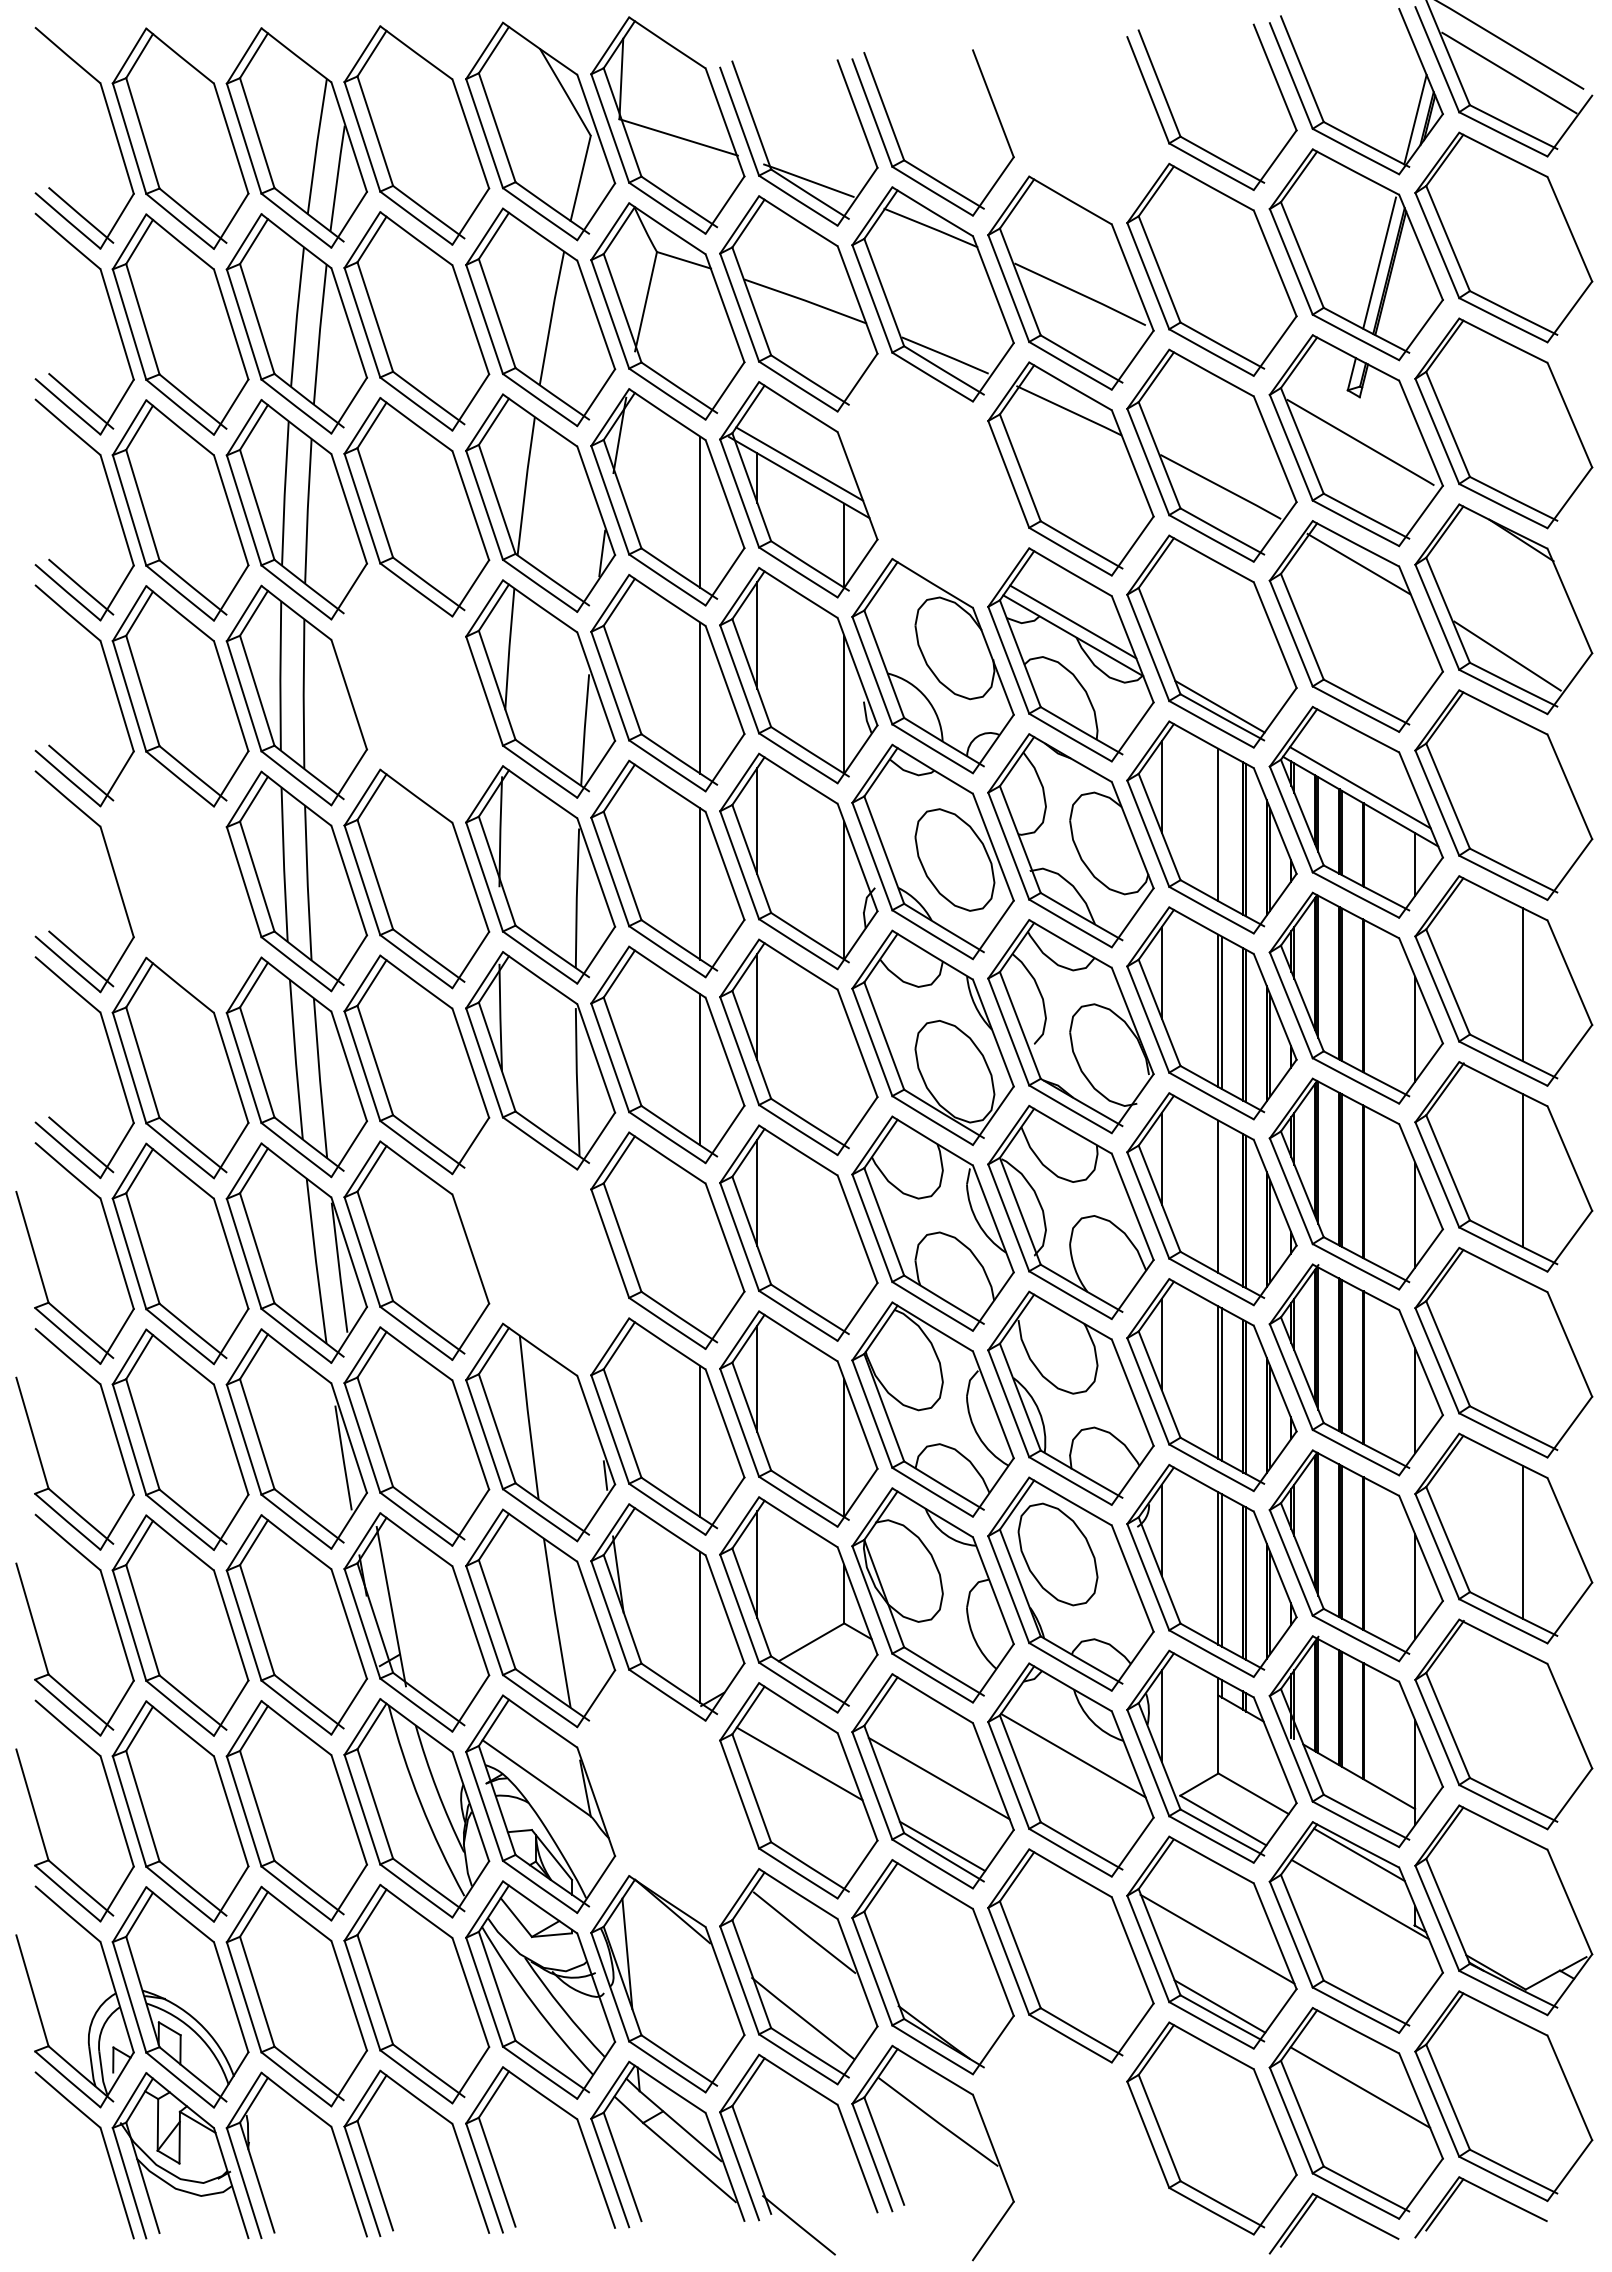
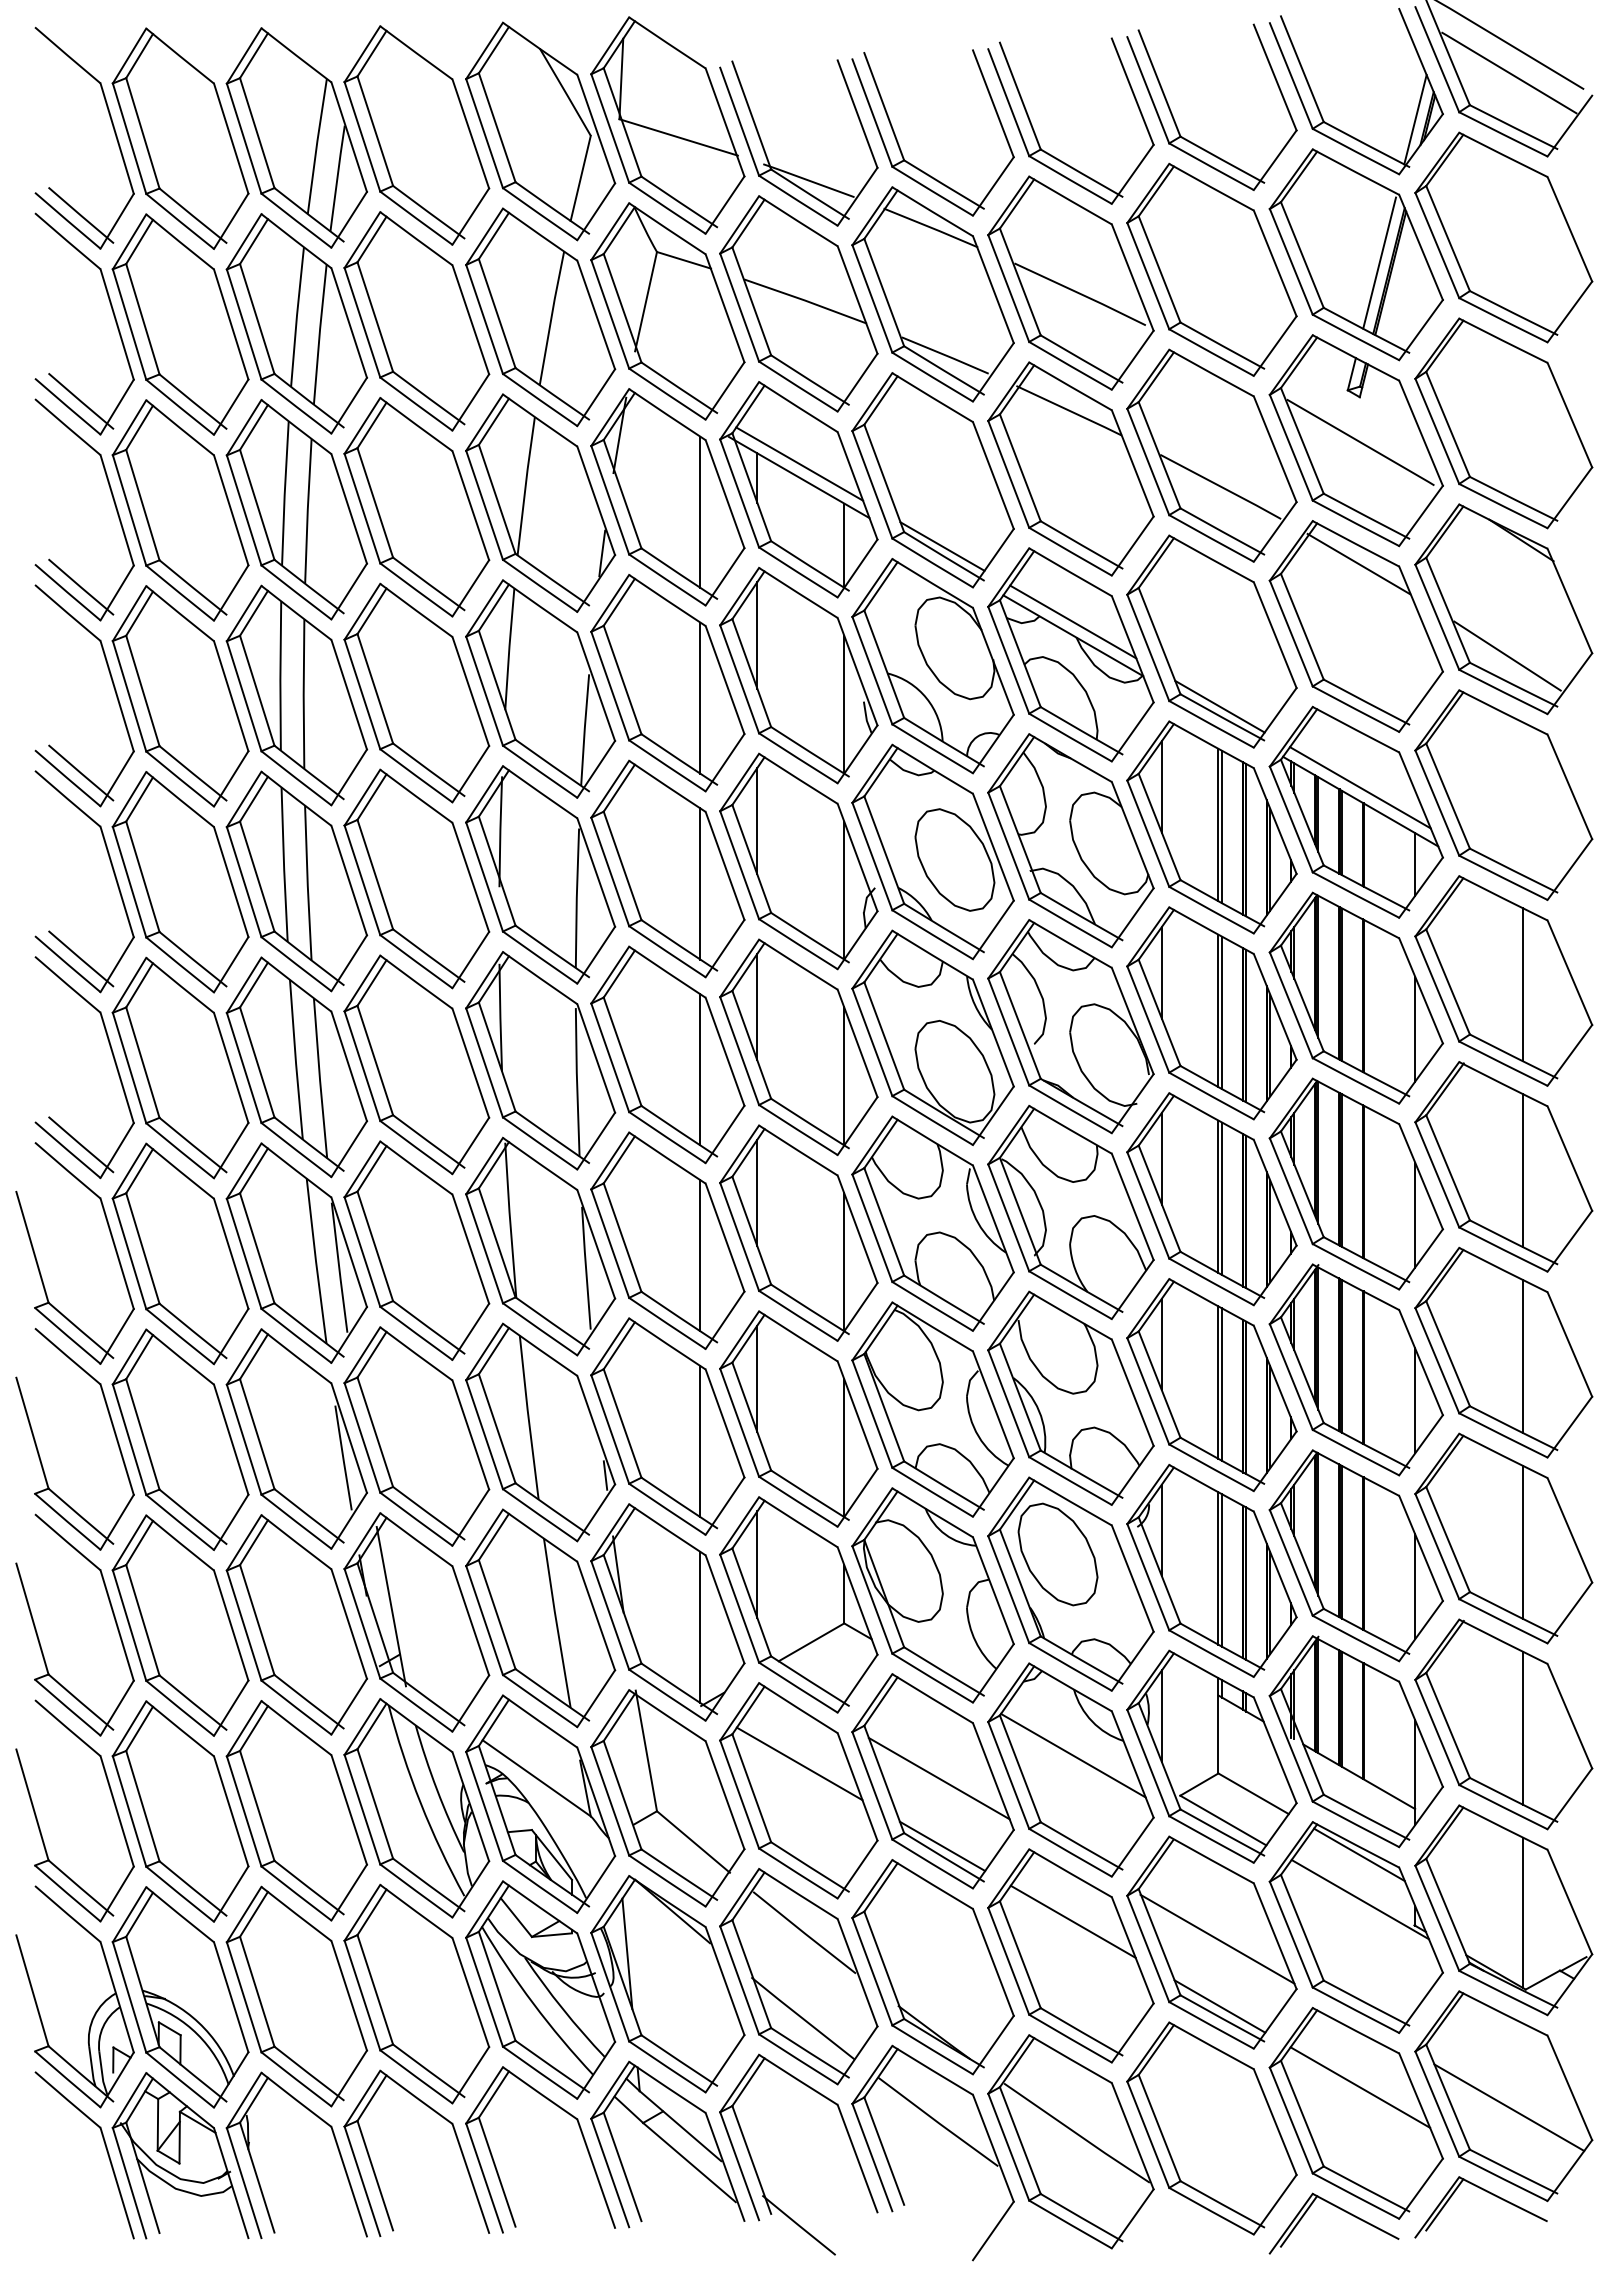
part at (1035, 132): none -> present
part at (932, 480): none -> present
part at (416, 692): none -> present
line at (1222, 826): none -> present
part at (180, 882): none -> present
line at (844, 1076): none -> present
line at (1222, 1198): none -> present
part at (540, 1246): none -> present
line at (700, 1255): none -> present
line at (844, 1262): none -> present
line at (1522, 1355): none -> present
line at (1522, 1727): none -> present
part at (667, 1798): none -> present
line at (1522, 1912): none -> present
line at (1072, 1921): none -> present
line at (1509, 2107): none -> present
part at (1070, 2141): none -> present
